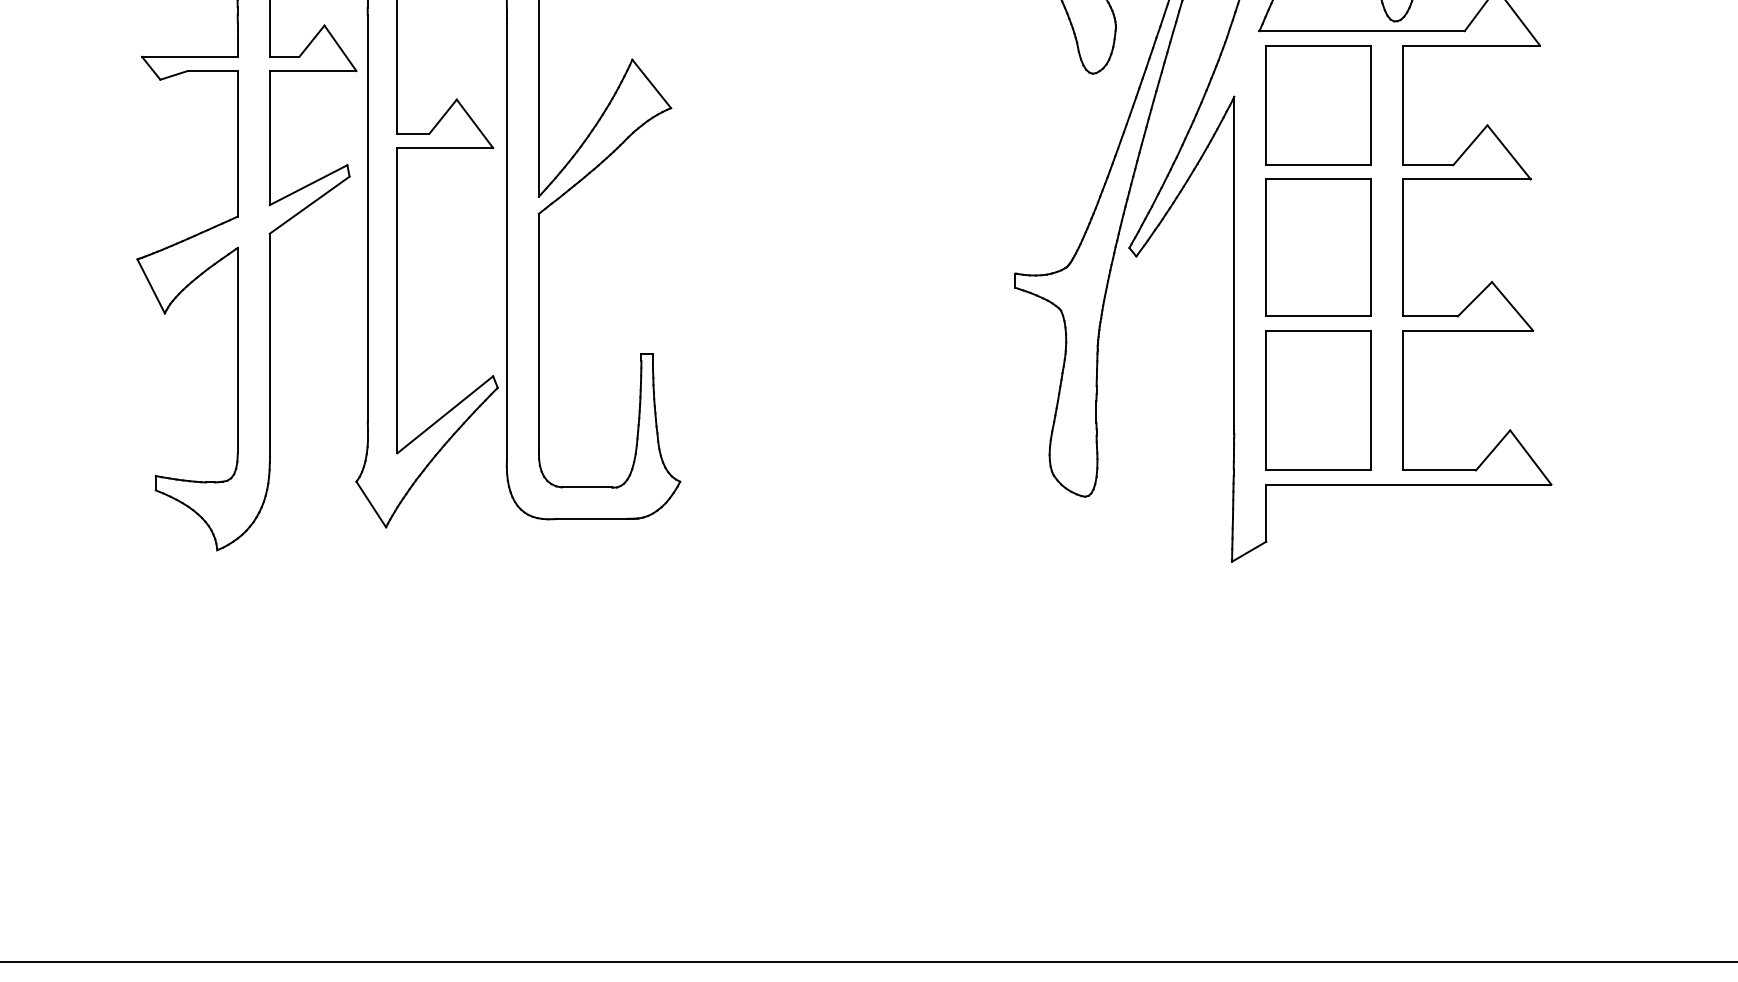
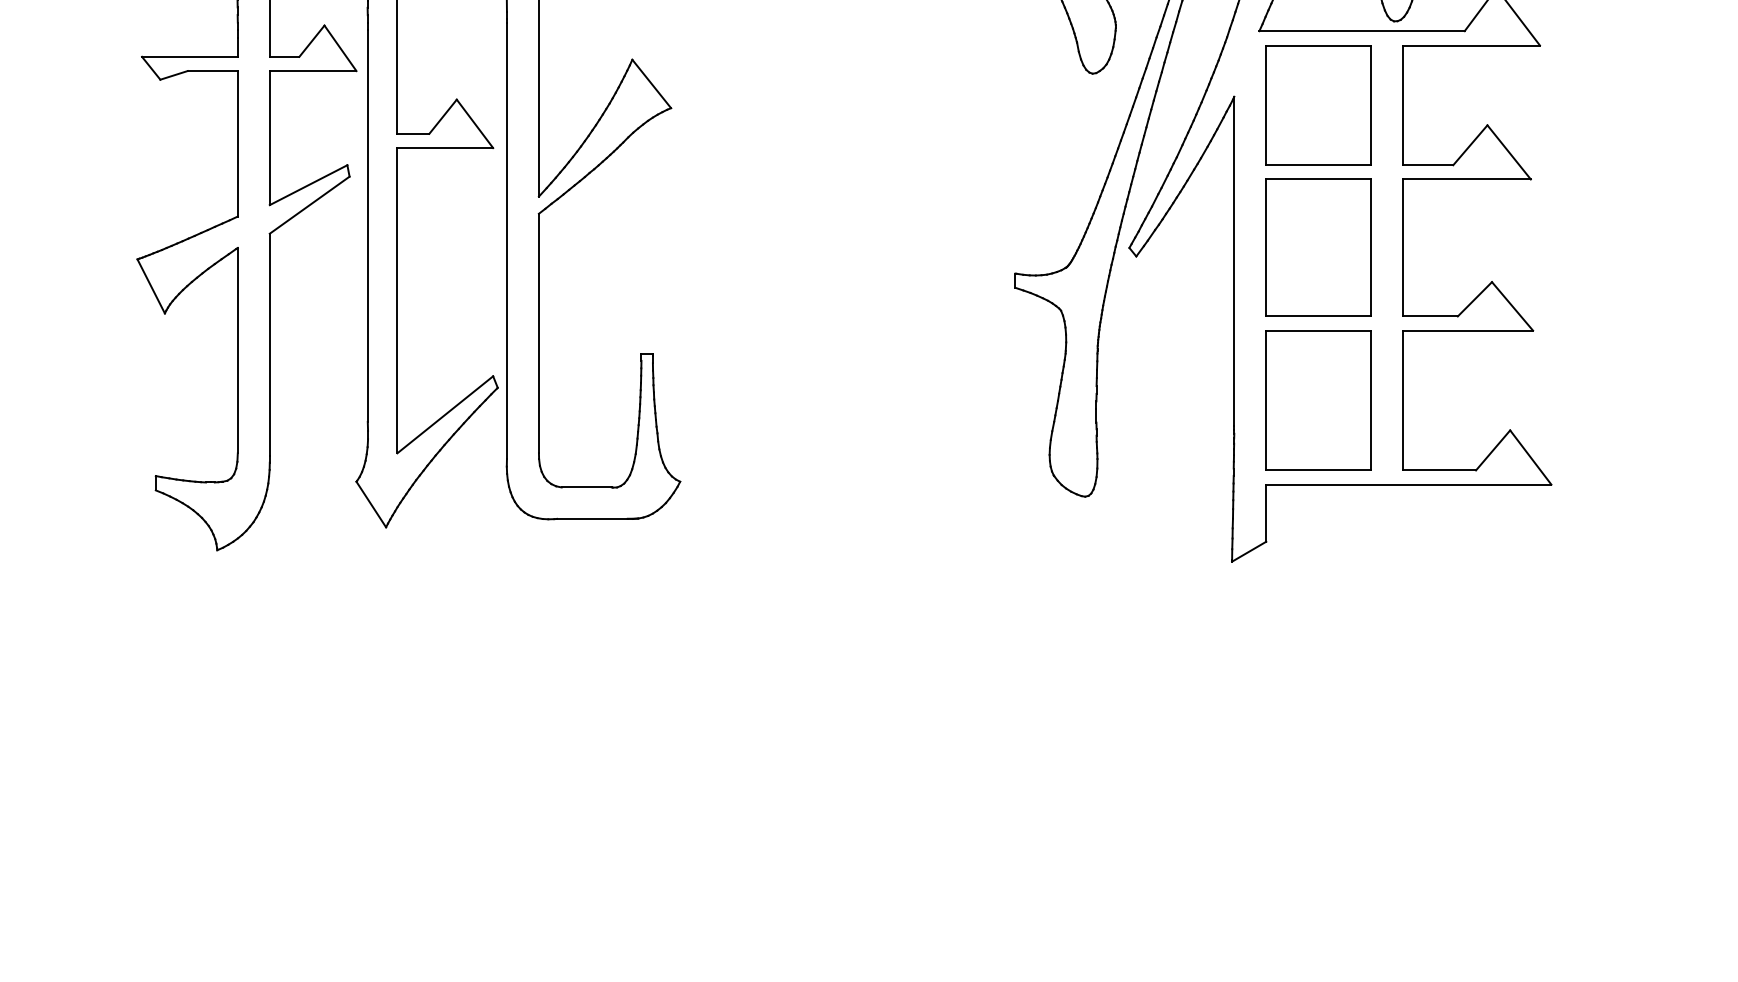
line at (868, 961): present -> none
